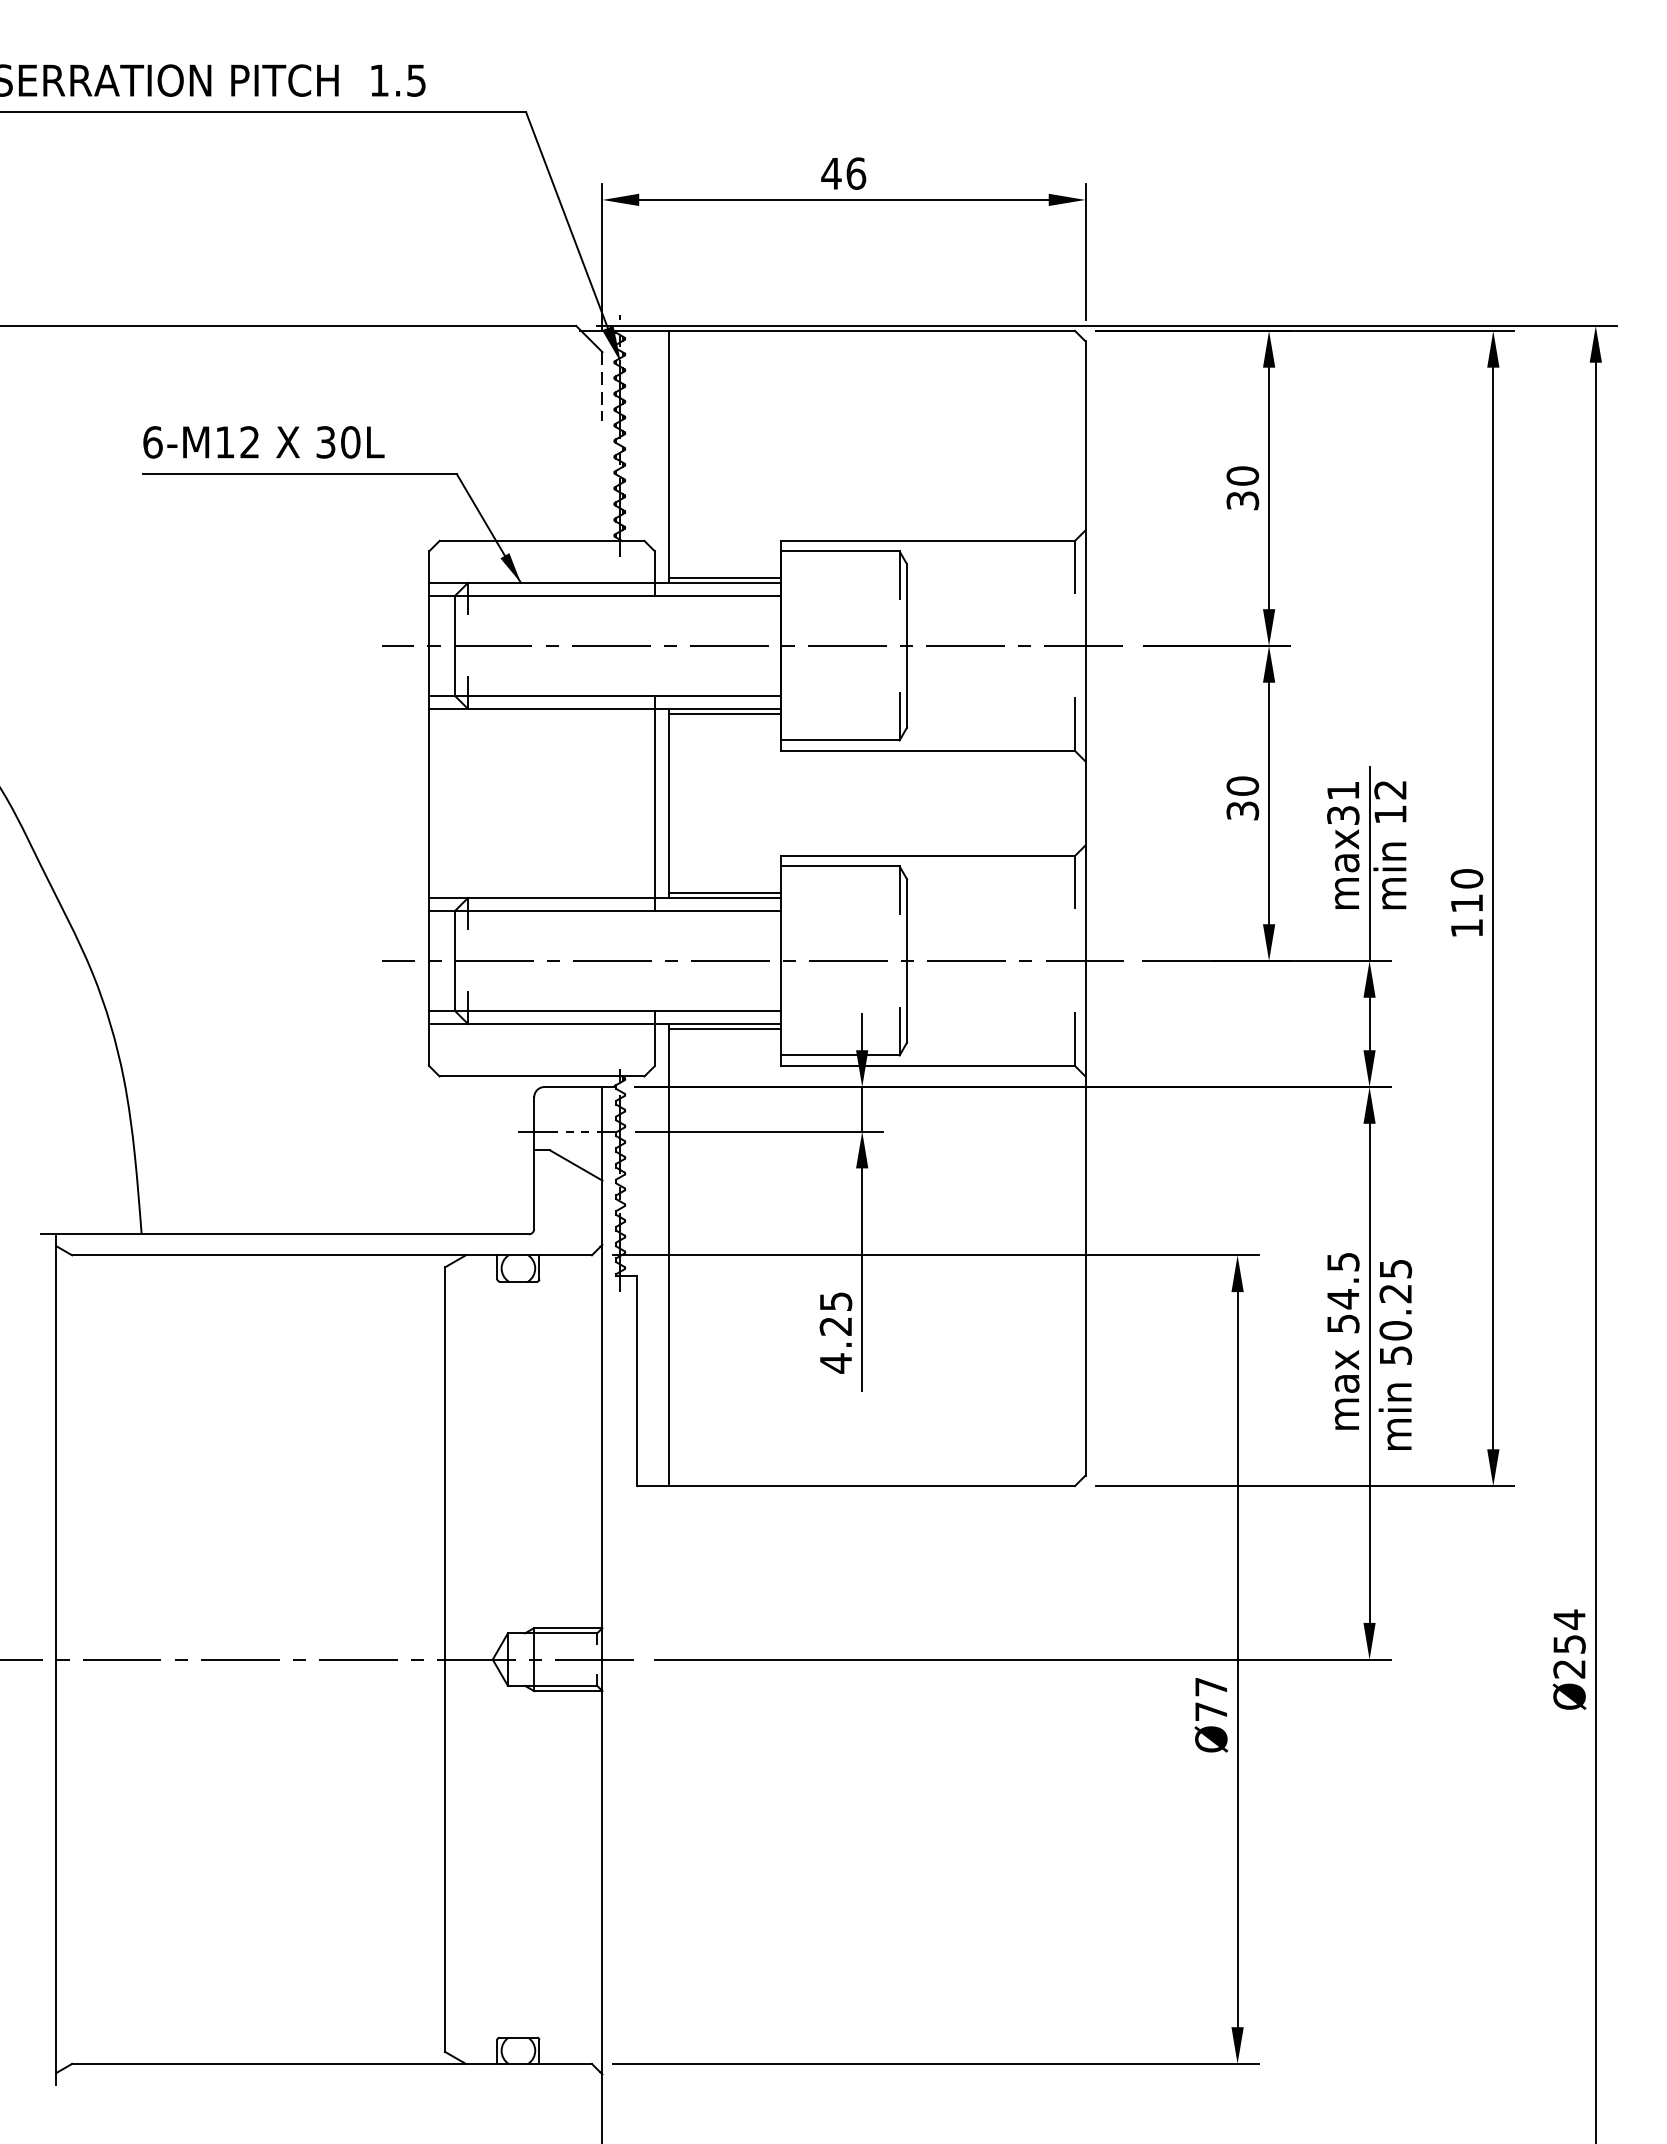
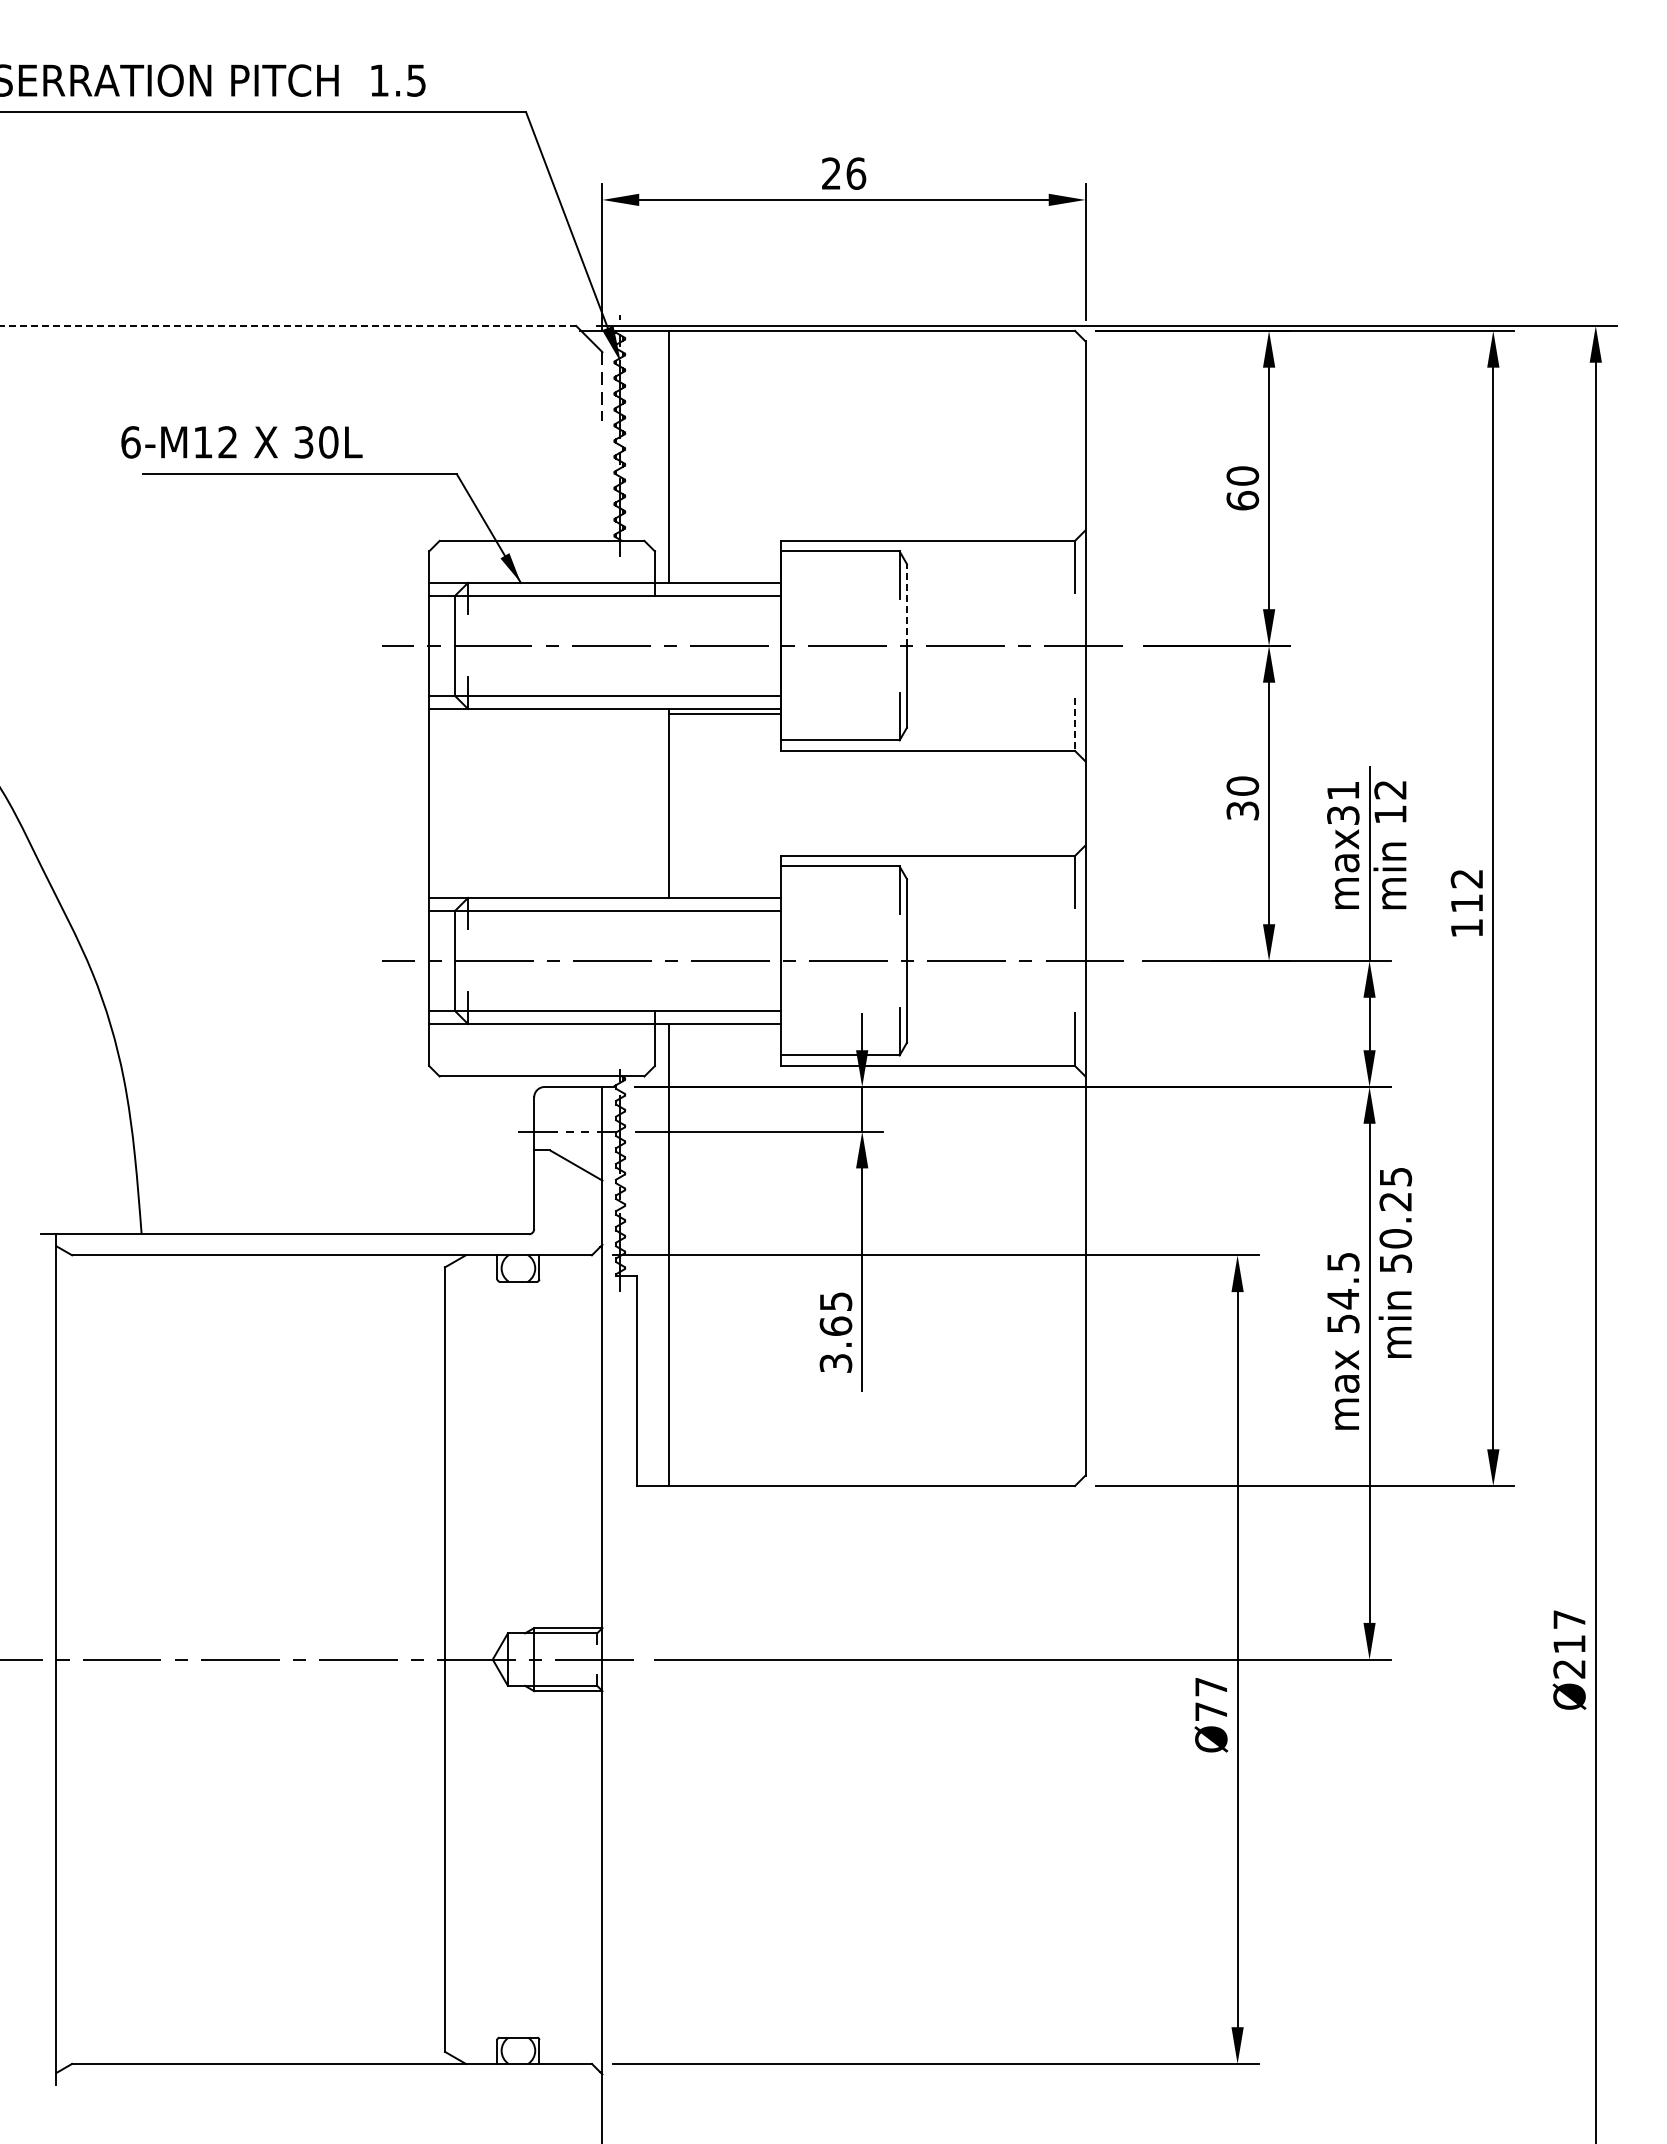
text at (831, 173): 46 -> 26
line at (288, 325): solid -> dashed
text at (263, 442) position: (263, 442) -> (241, 442)
text at (1242, 500): 30 -> 60
line at (724, 577): present -> none
line at (906, 605): solid -> dashed
line at (1075, 725): solid -> dashed
line at (654, 803): present -> none
text at (1466, 878): 110 -> 112
line at (724, 892): present -> none
line at (724, 1029): present -> none
text at (835, 1344): 4.25 -> 3.65
text at (1395, 1354) position: (1395, 1354) -> (1395, 1262)
text at (1569, 1631): Ø254 -> Ø217
